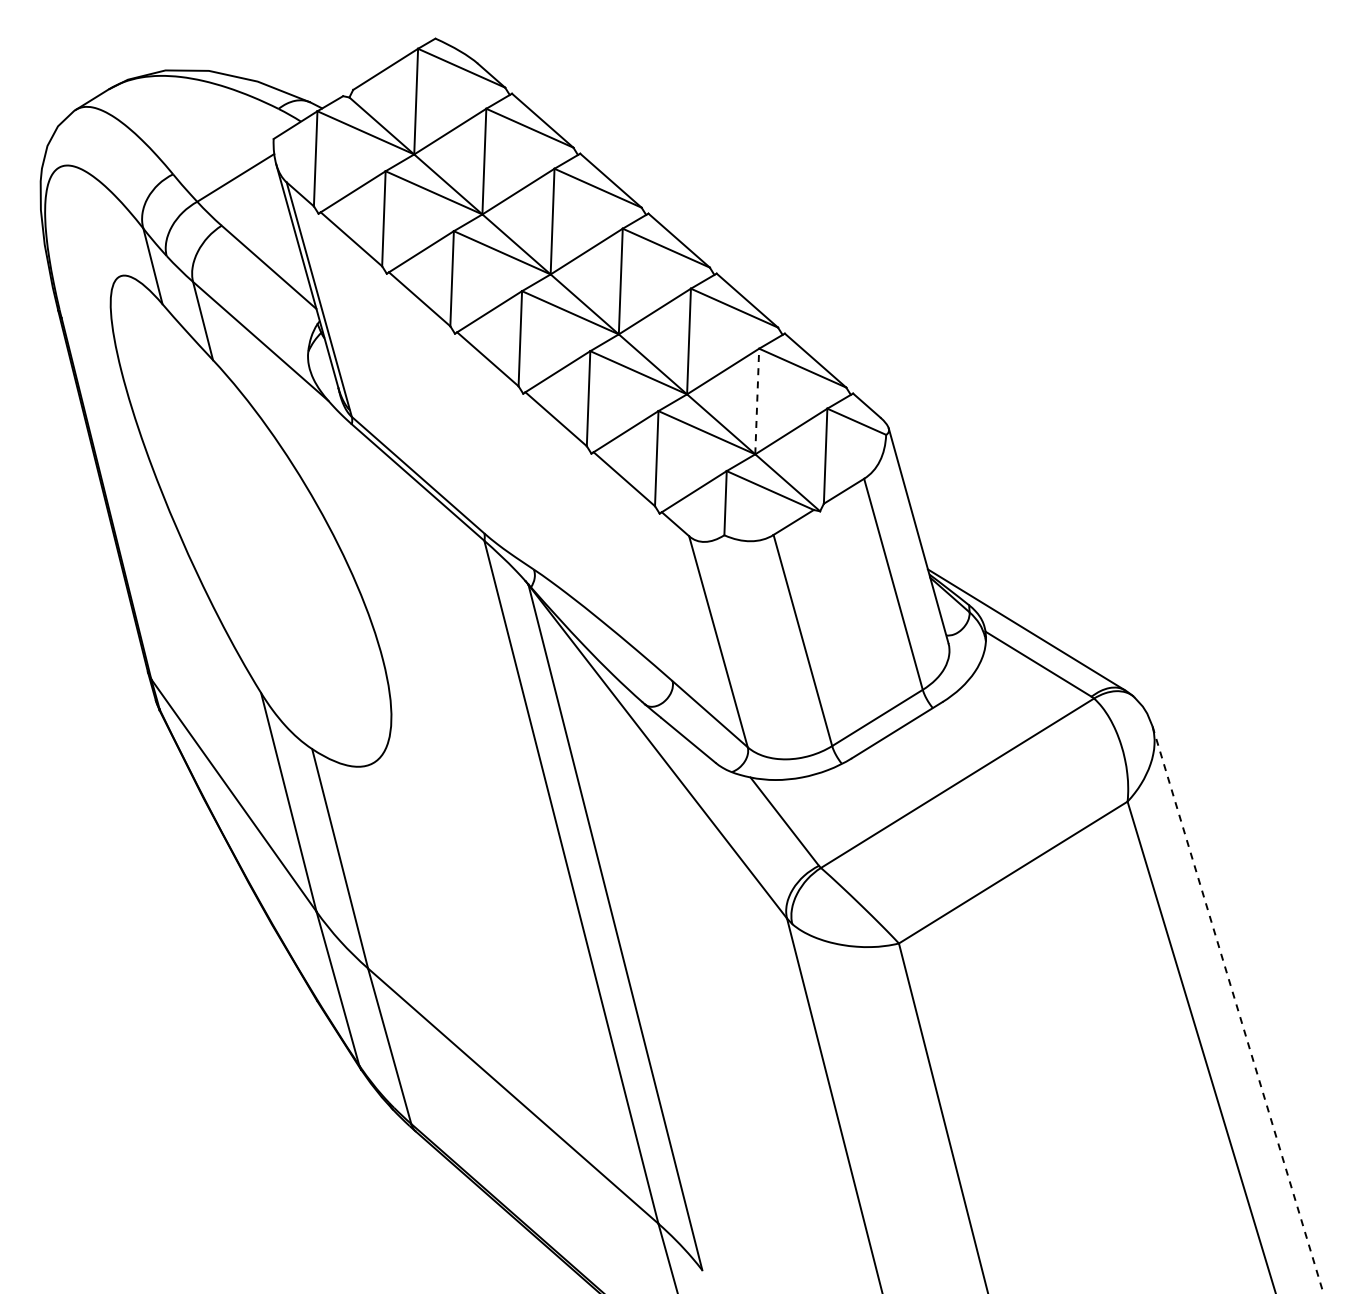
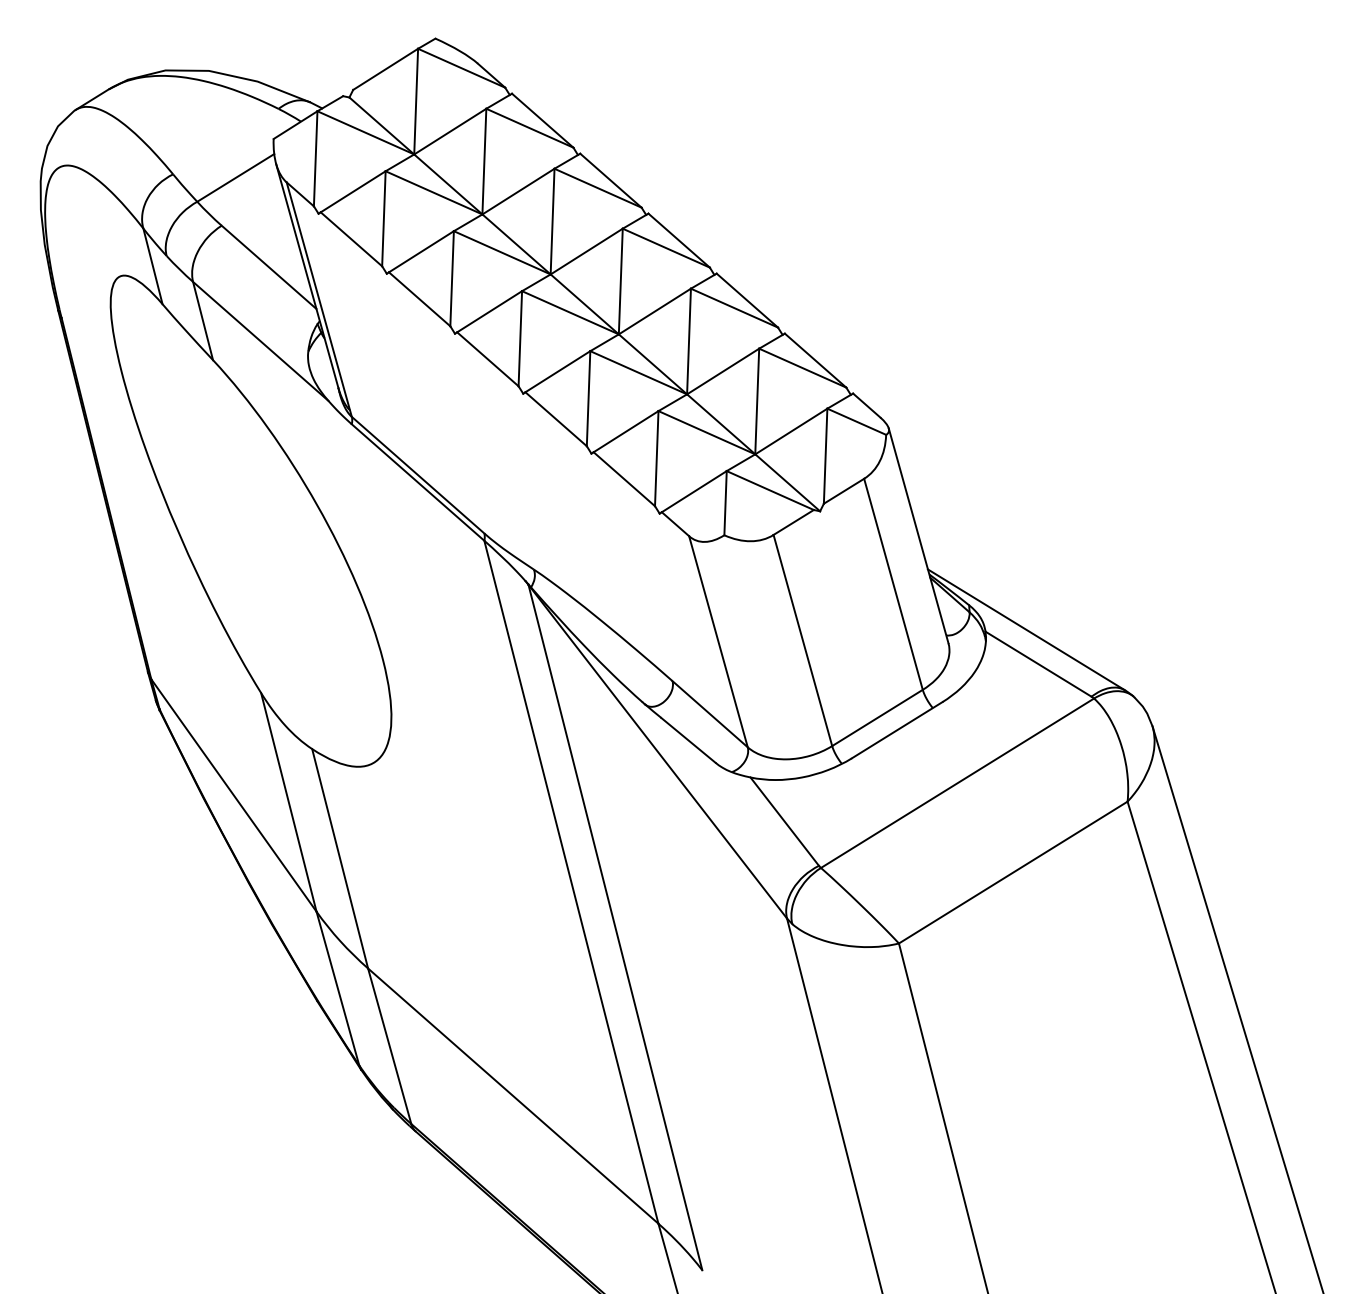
line at (757, 401): dashed -> solid
line at (1238, 1010): dashed -> solid
